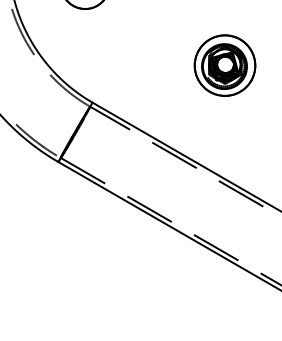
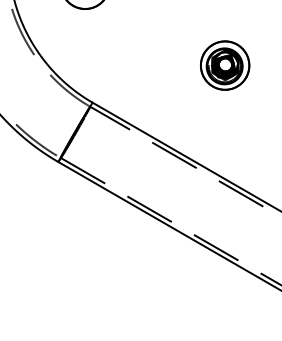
part at (224, 65) size: 64x63 px -> 51x51 px
